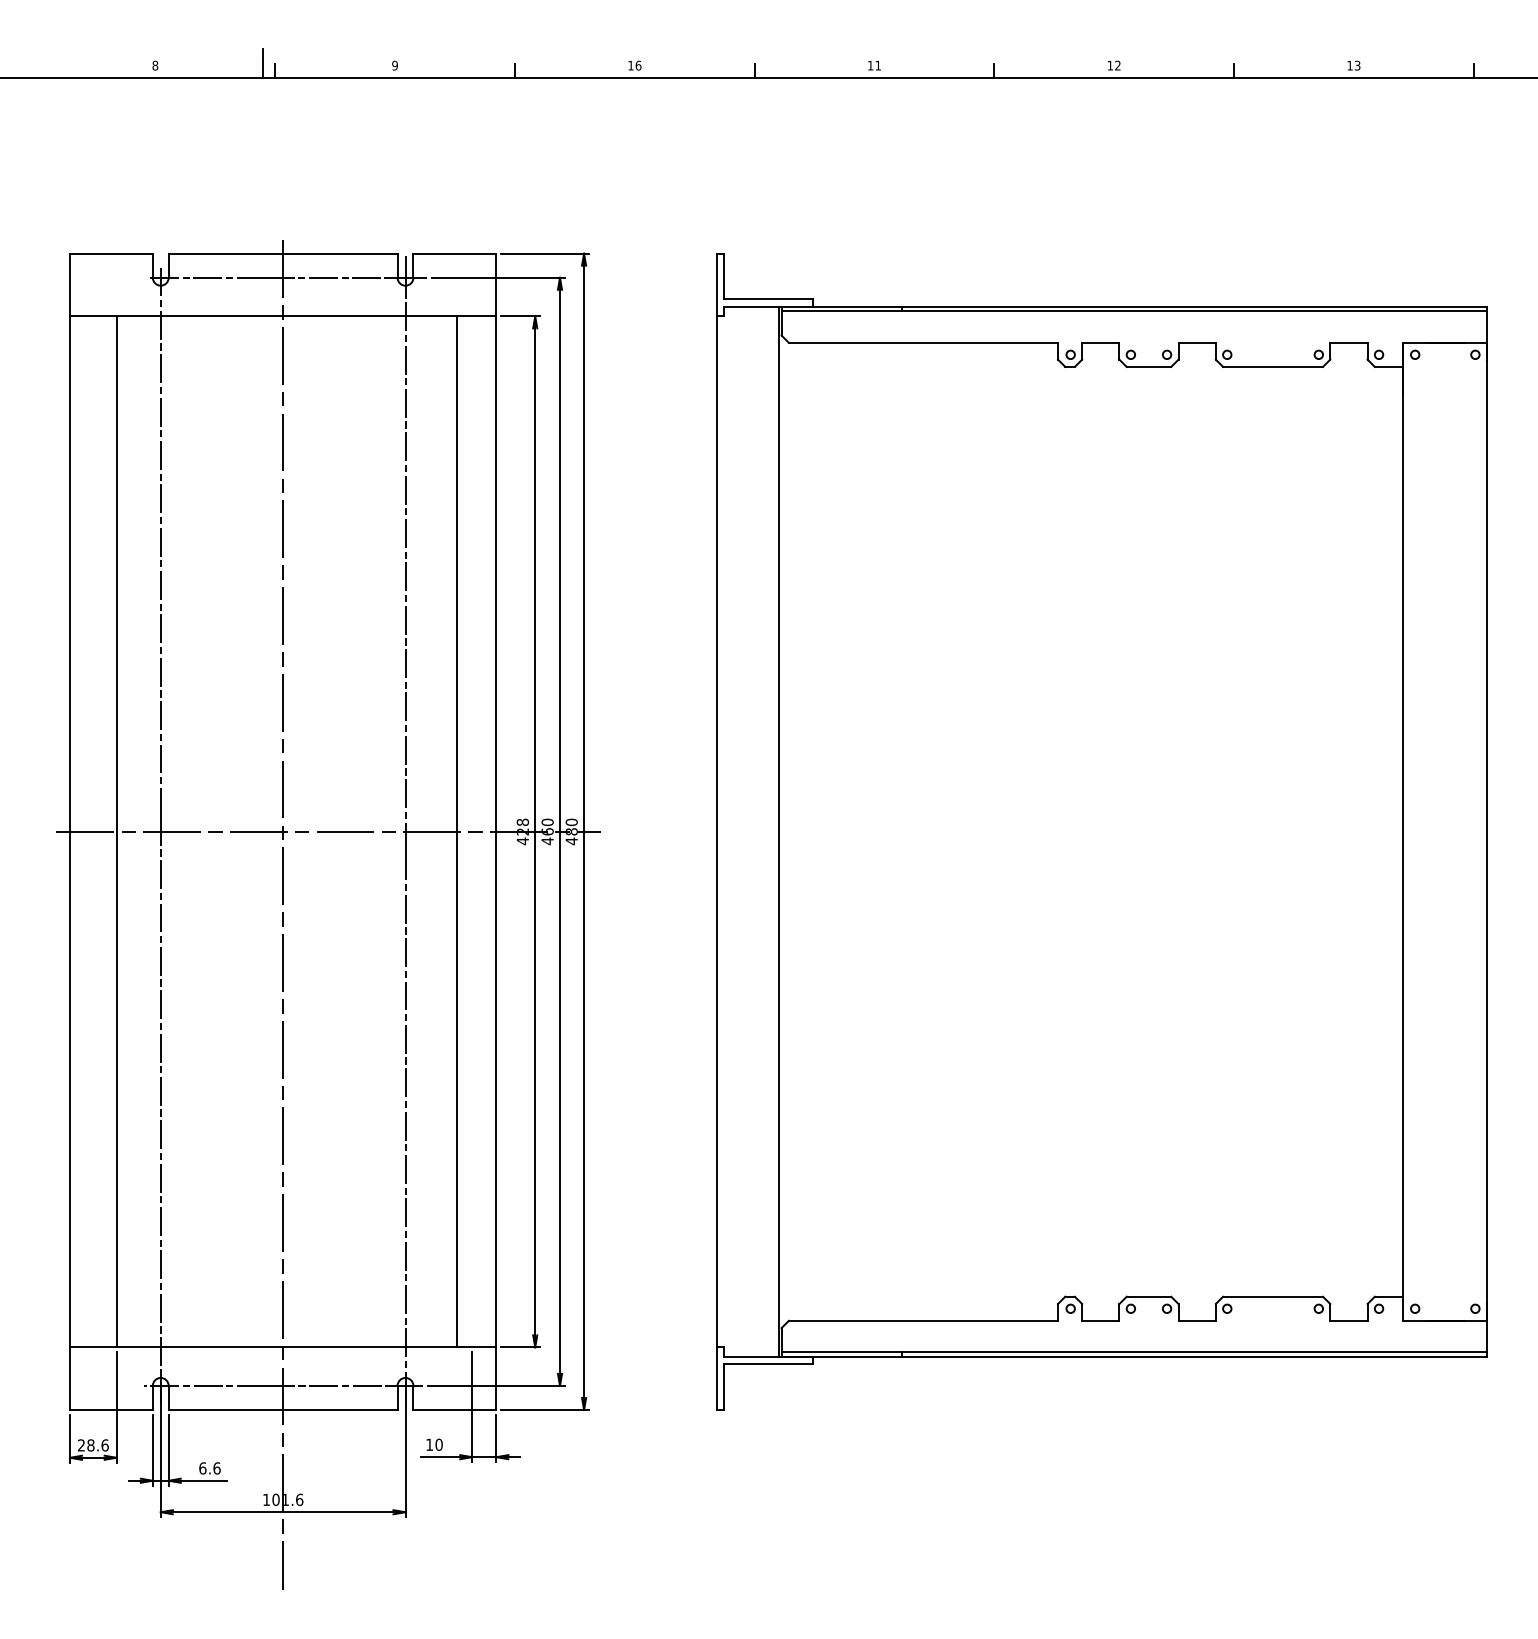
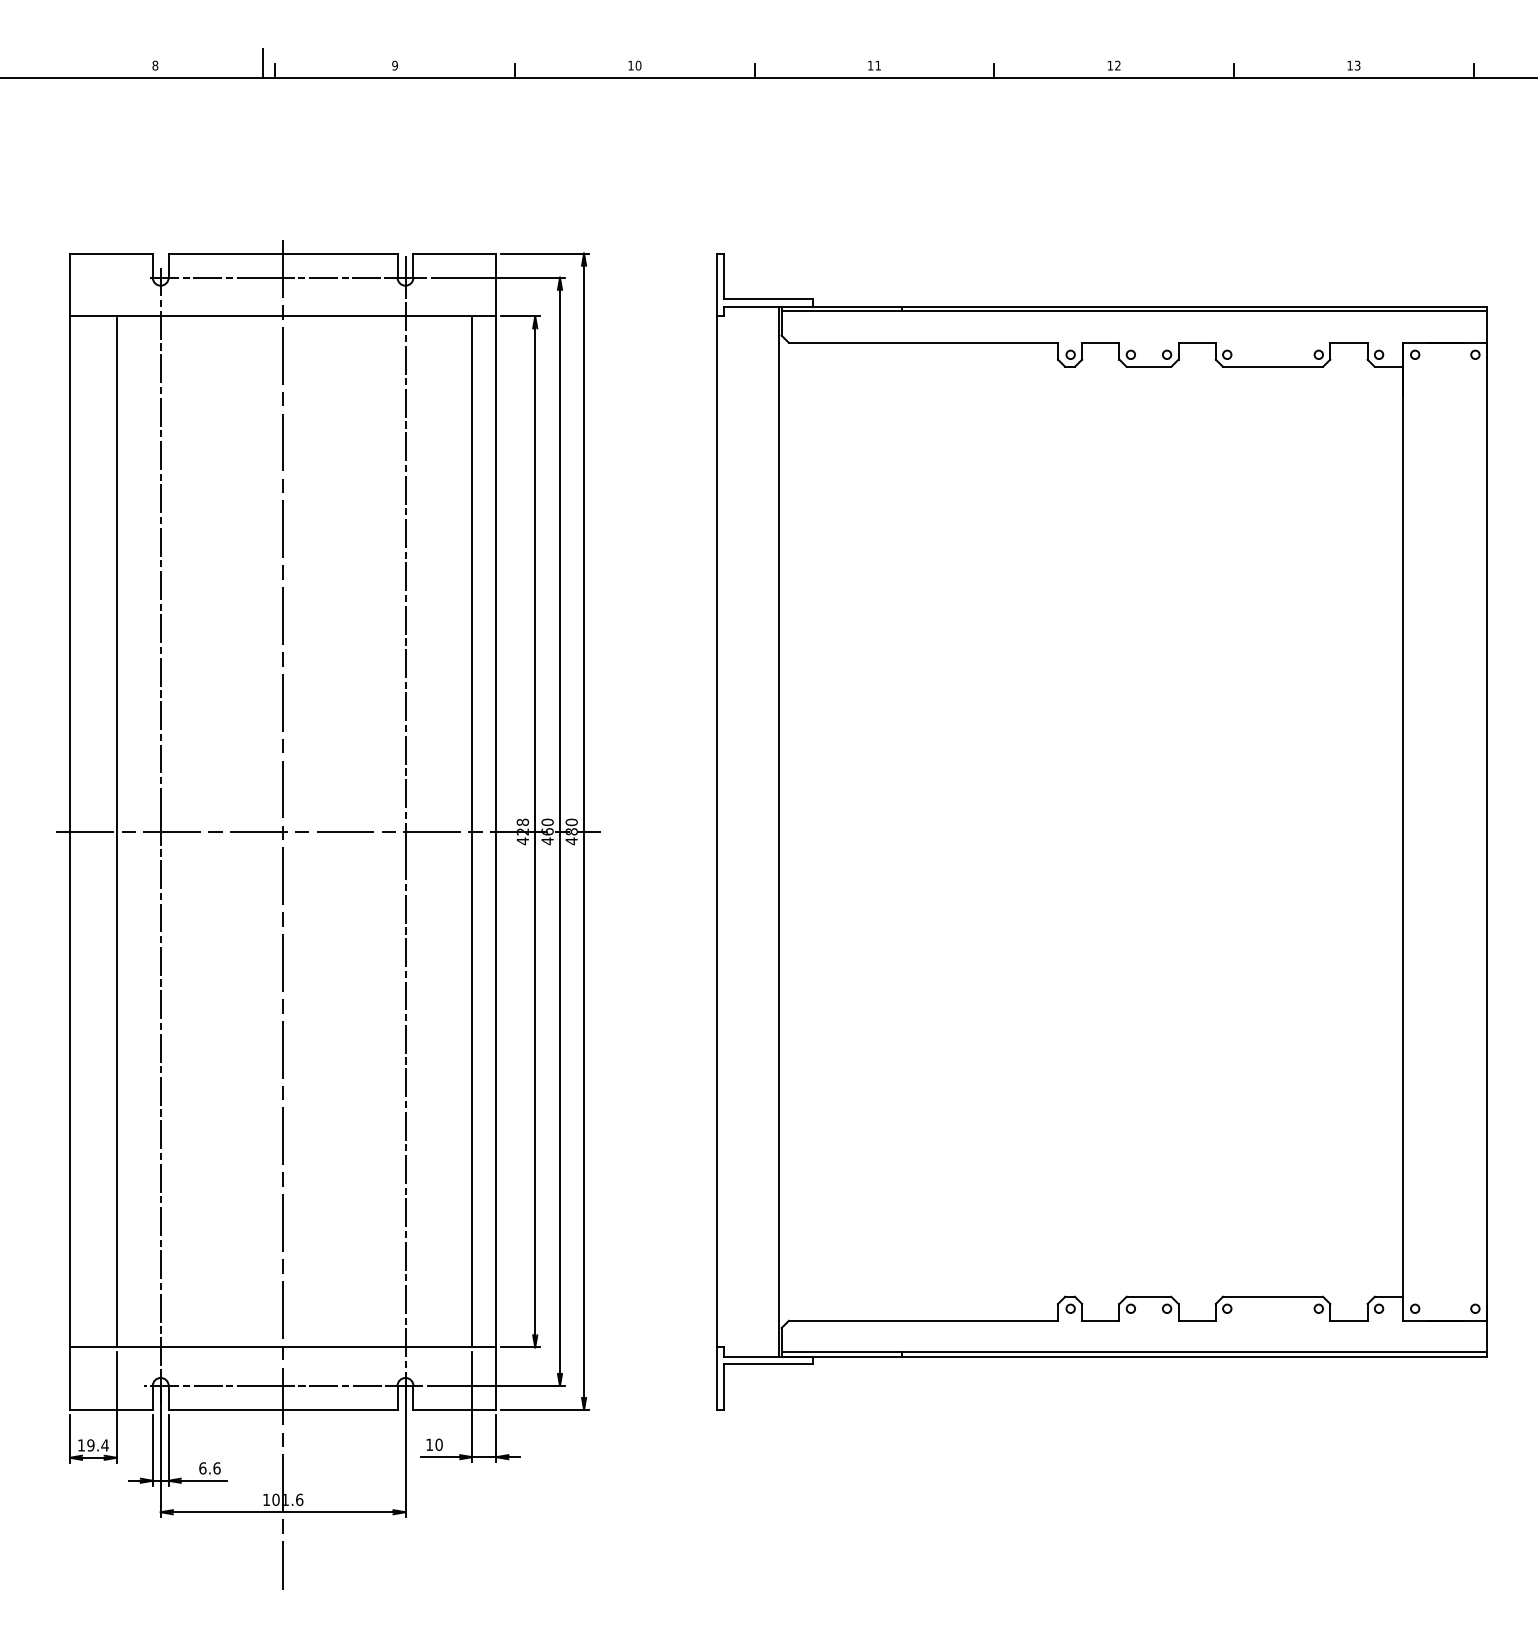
text at (638, 64): 16 -> 10
line at (457, 831) position: (457, 831) -> (472, 831)
text at (92, 1445): 28.6 -> 19.4
